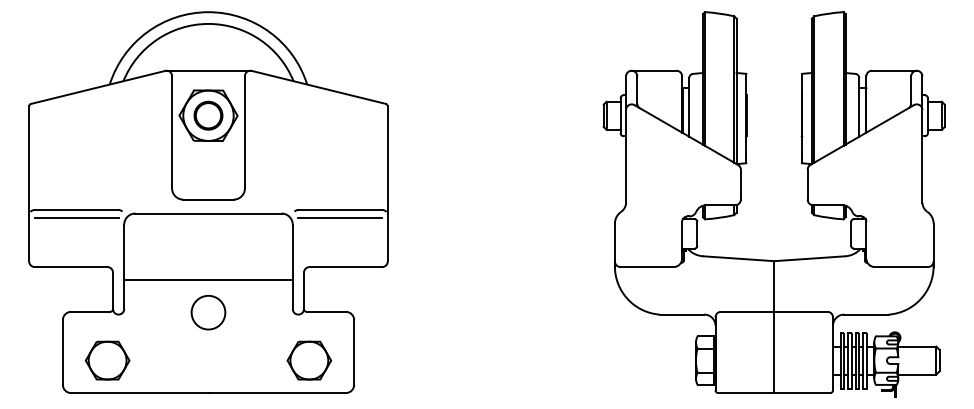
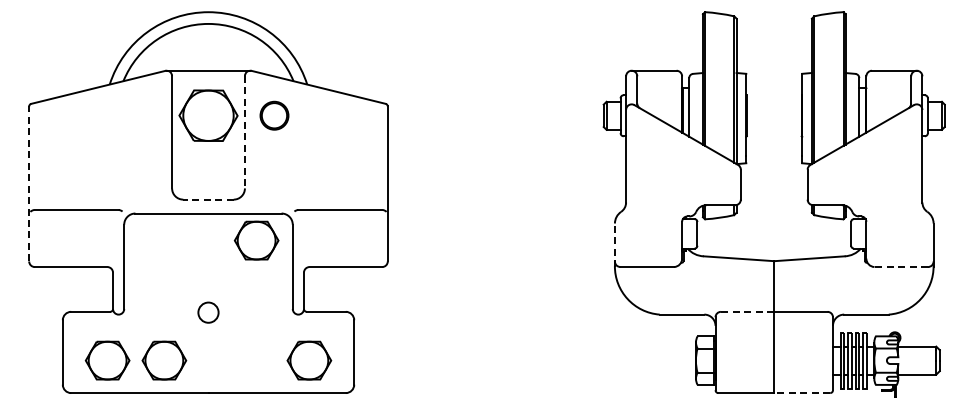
part at (208, 115) position: (208, 115) -> (274, 115)
line at (244, 132): solid -> dashed
line at (29, 183): solid -> dashed
line at (208, 199): solid -> dashed
line at (76, 217): present -> none
line at (340, 217): present -> none
part at (256, 240): none -> present
line at (614, 245): solid -> dashed
line at (901, 267): solid -> dashed
line at (208, 279): present -> none
line at (747, 311): solid -> dashed
circle at (208, 312) diameter: 34 px -> 20 px
part at (164, 360): none -> present
line at (802, 393): solid -> dashed
